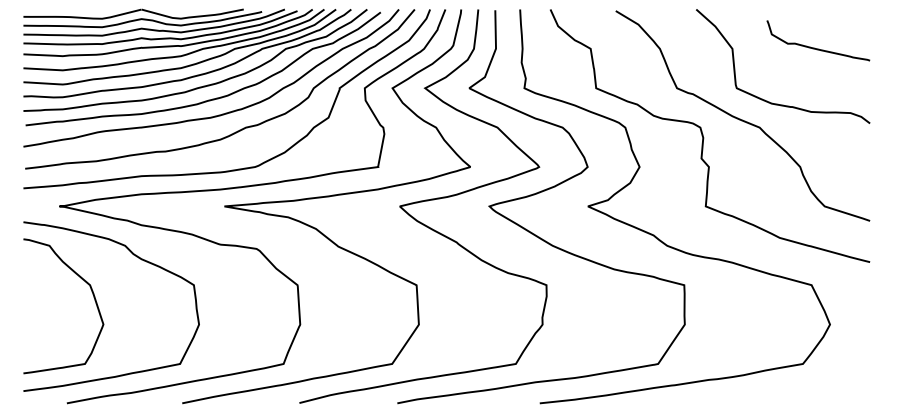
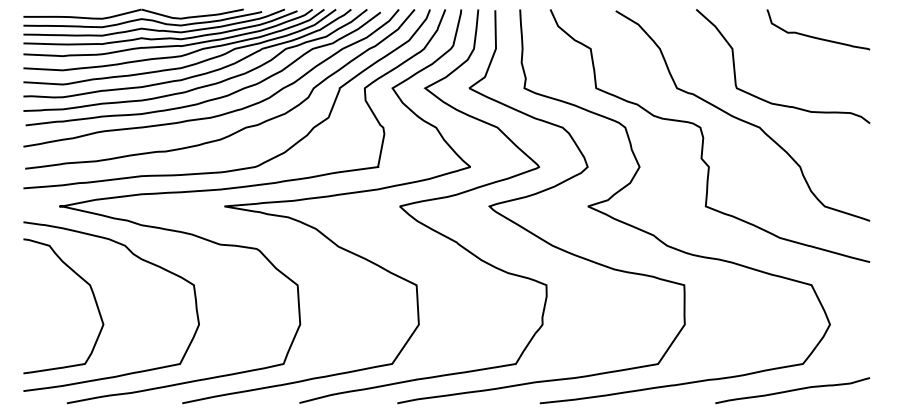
curve at (818, 48) position: (818, 48) -> (818, 37)
curve at (792, 390): none -> present
